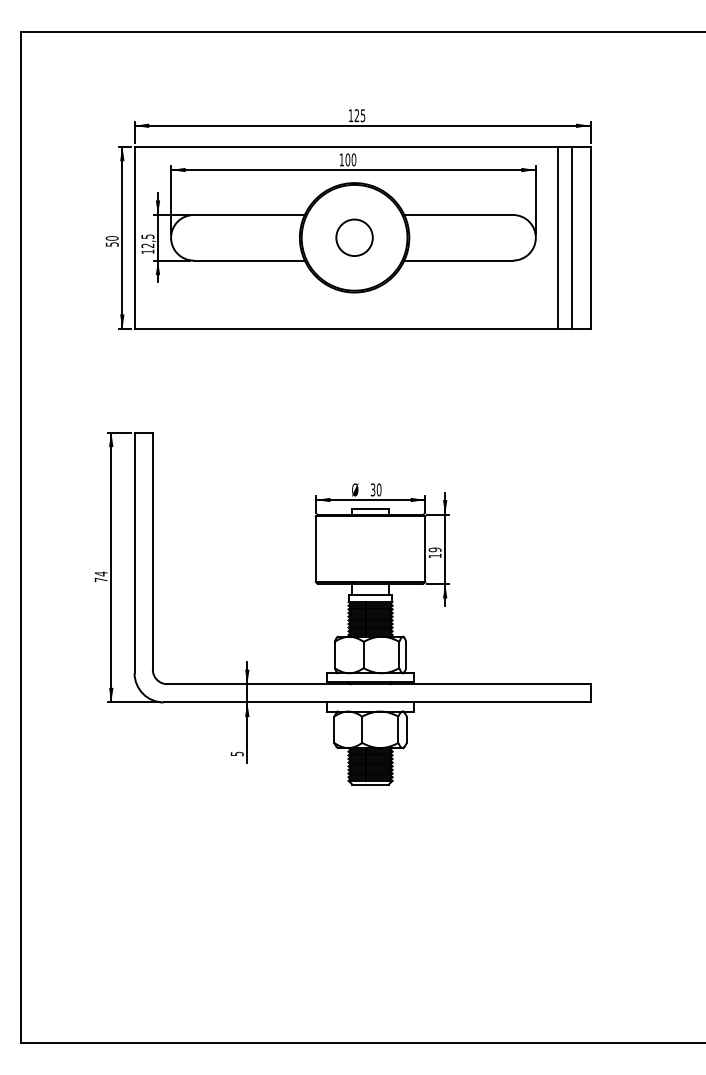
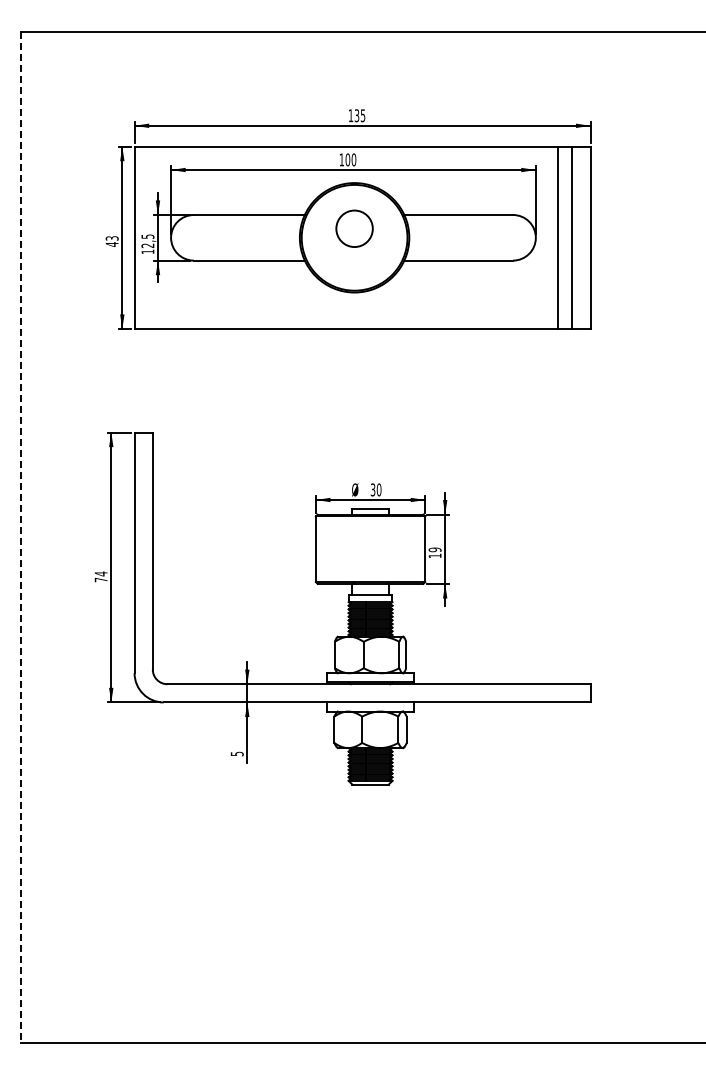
text at (356, 116): 125 -> 135
circle at (354, 237) position: (354, 237) -> (354, 228)
text at (111, 241): 50 -> 43
line at (21, 537): solid -> dashed
